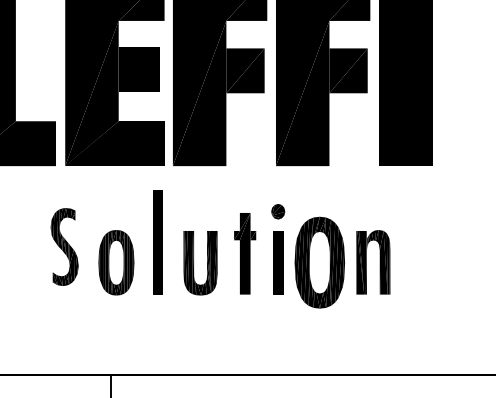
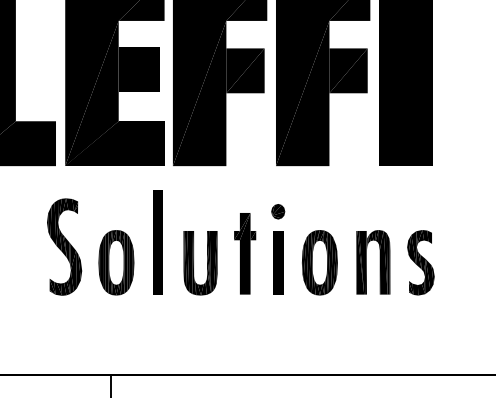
part at (64, 246) size: 29x78 px -> 36x98 px
part at (319, 262) size: 51x93 px -> 36x66 px
part at (420, 262): none -> present
